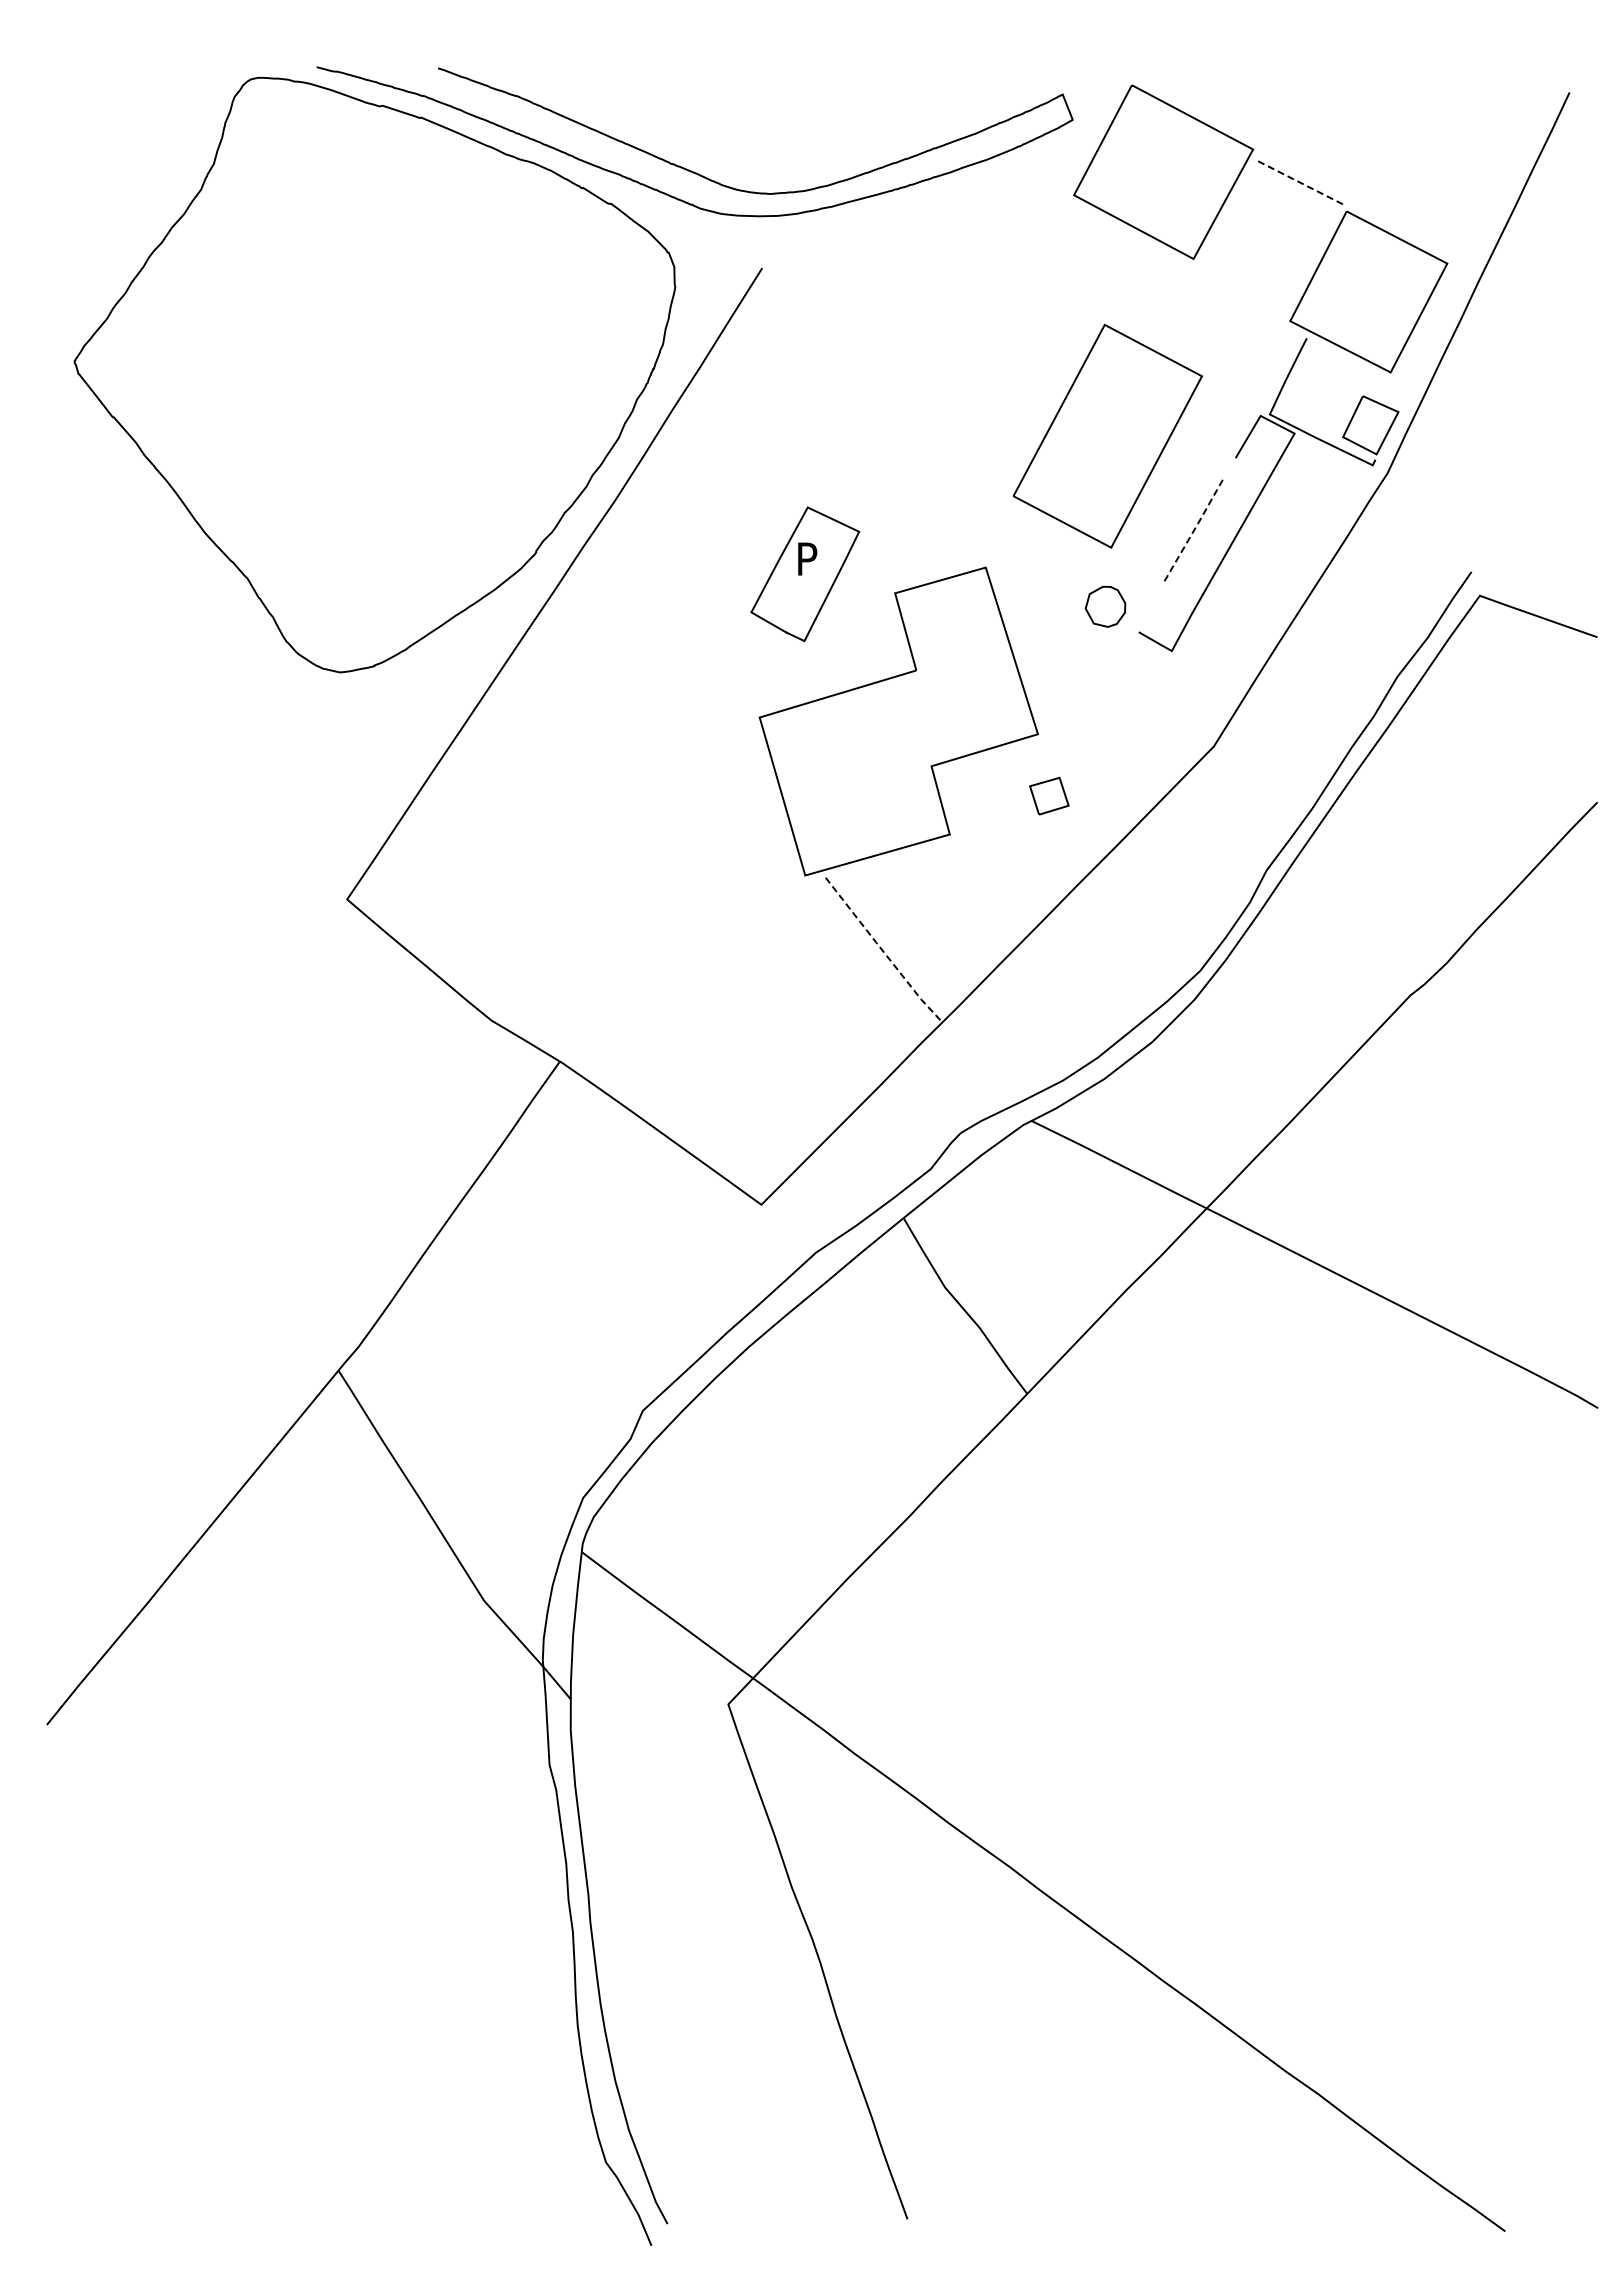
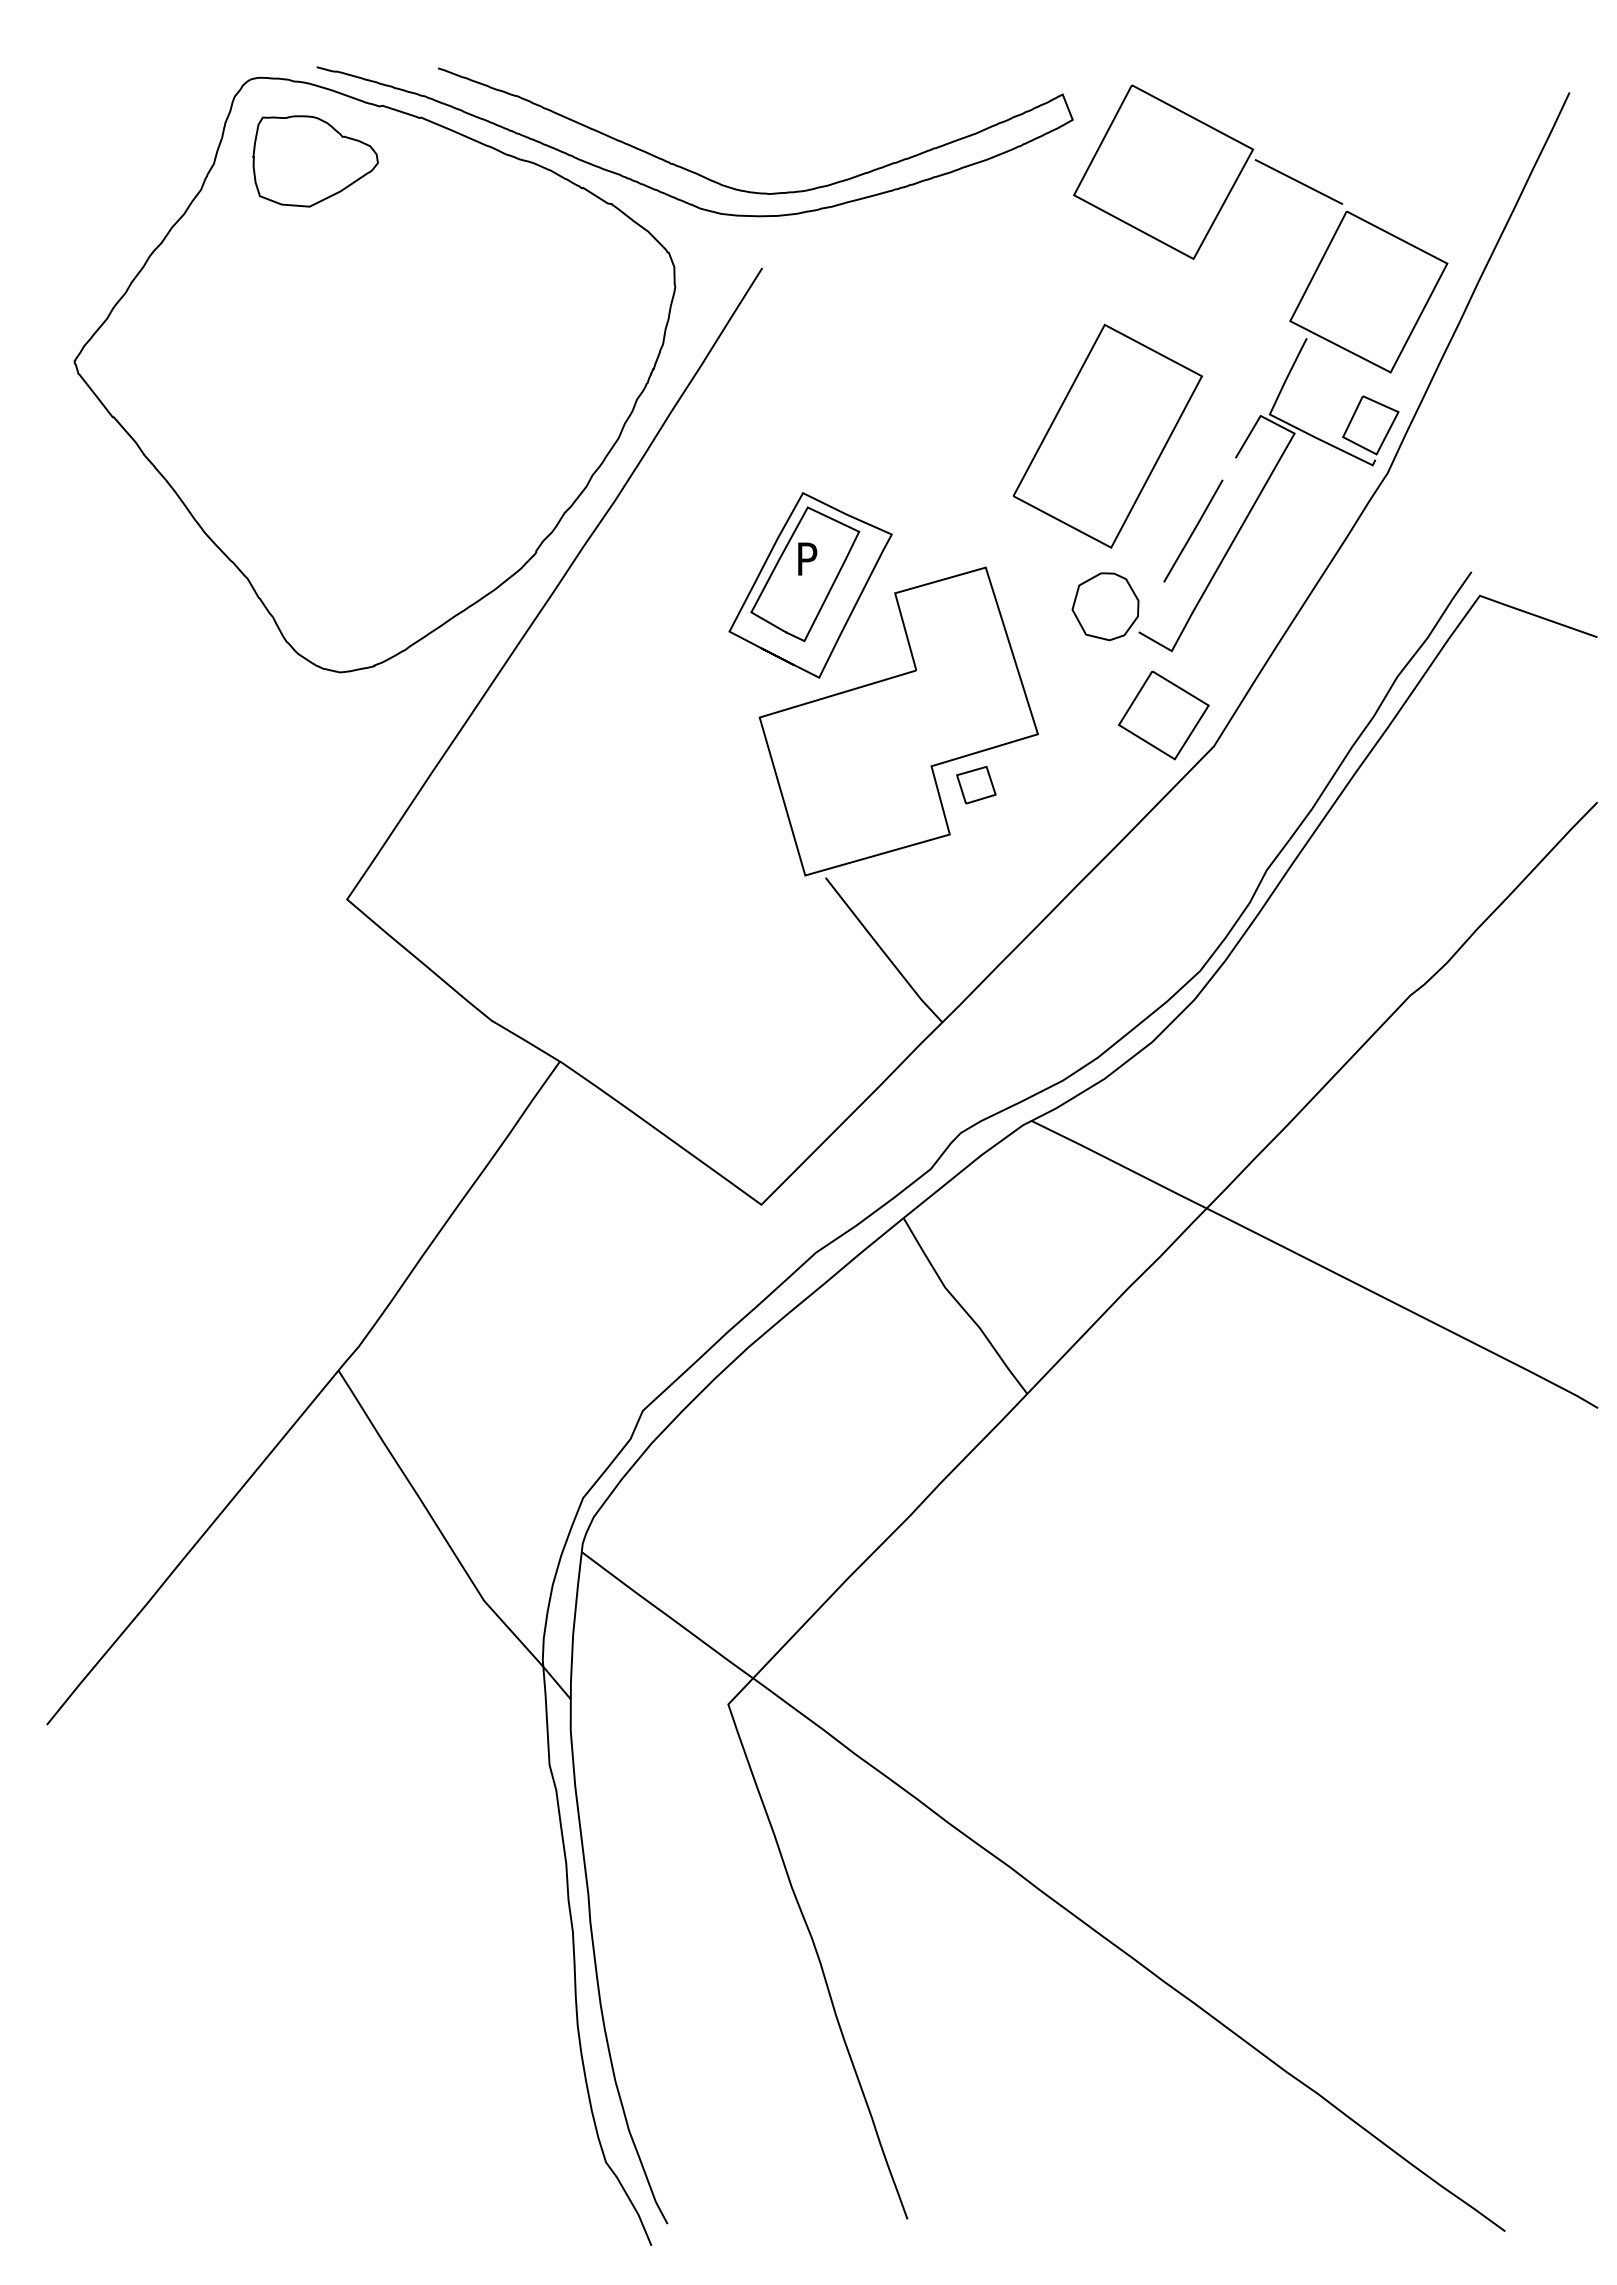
part at (315, 161): none -> present
line at (1298, 181): dashed -> solid
line at (1193, 531): dashed -> solid
curve at (853, 606): none -> present
part at (1105, 606) size: 43x43 px -> 69x70 px
part at (1163, 715): none -> present
part at (1049, 795) position: (1049, 795) -> (976, 784)
line at (882, 951): dashed -> solid
